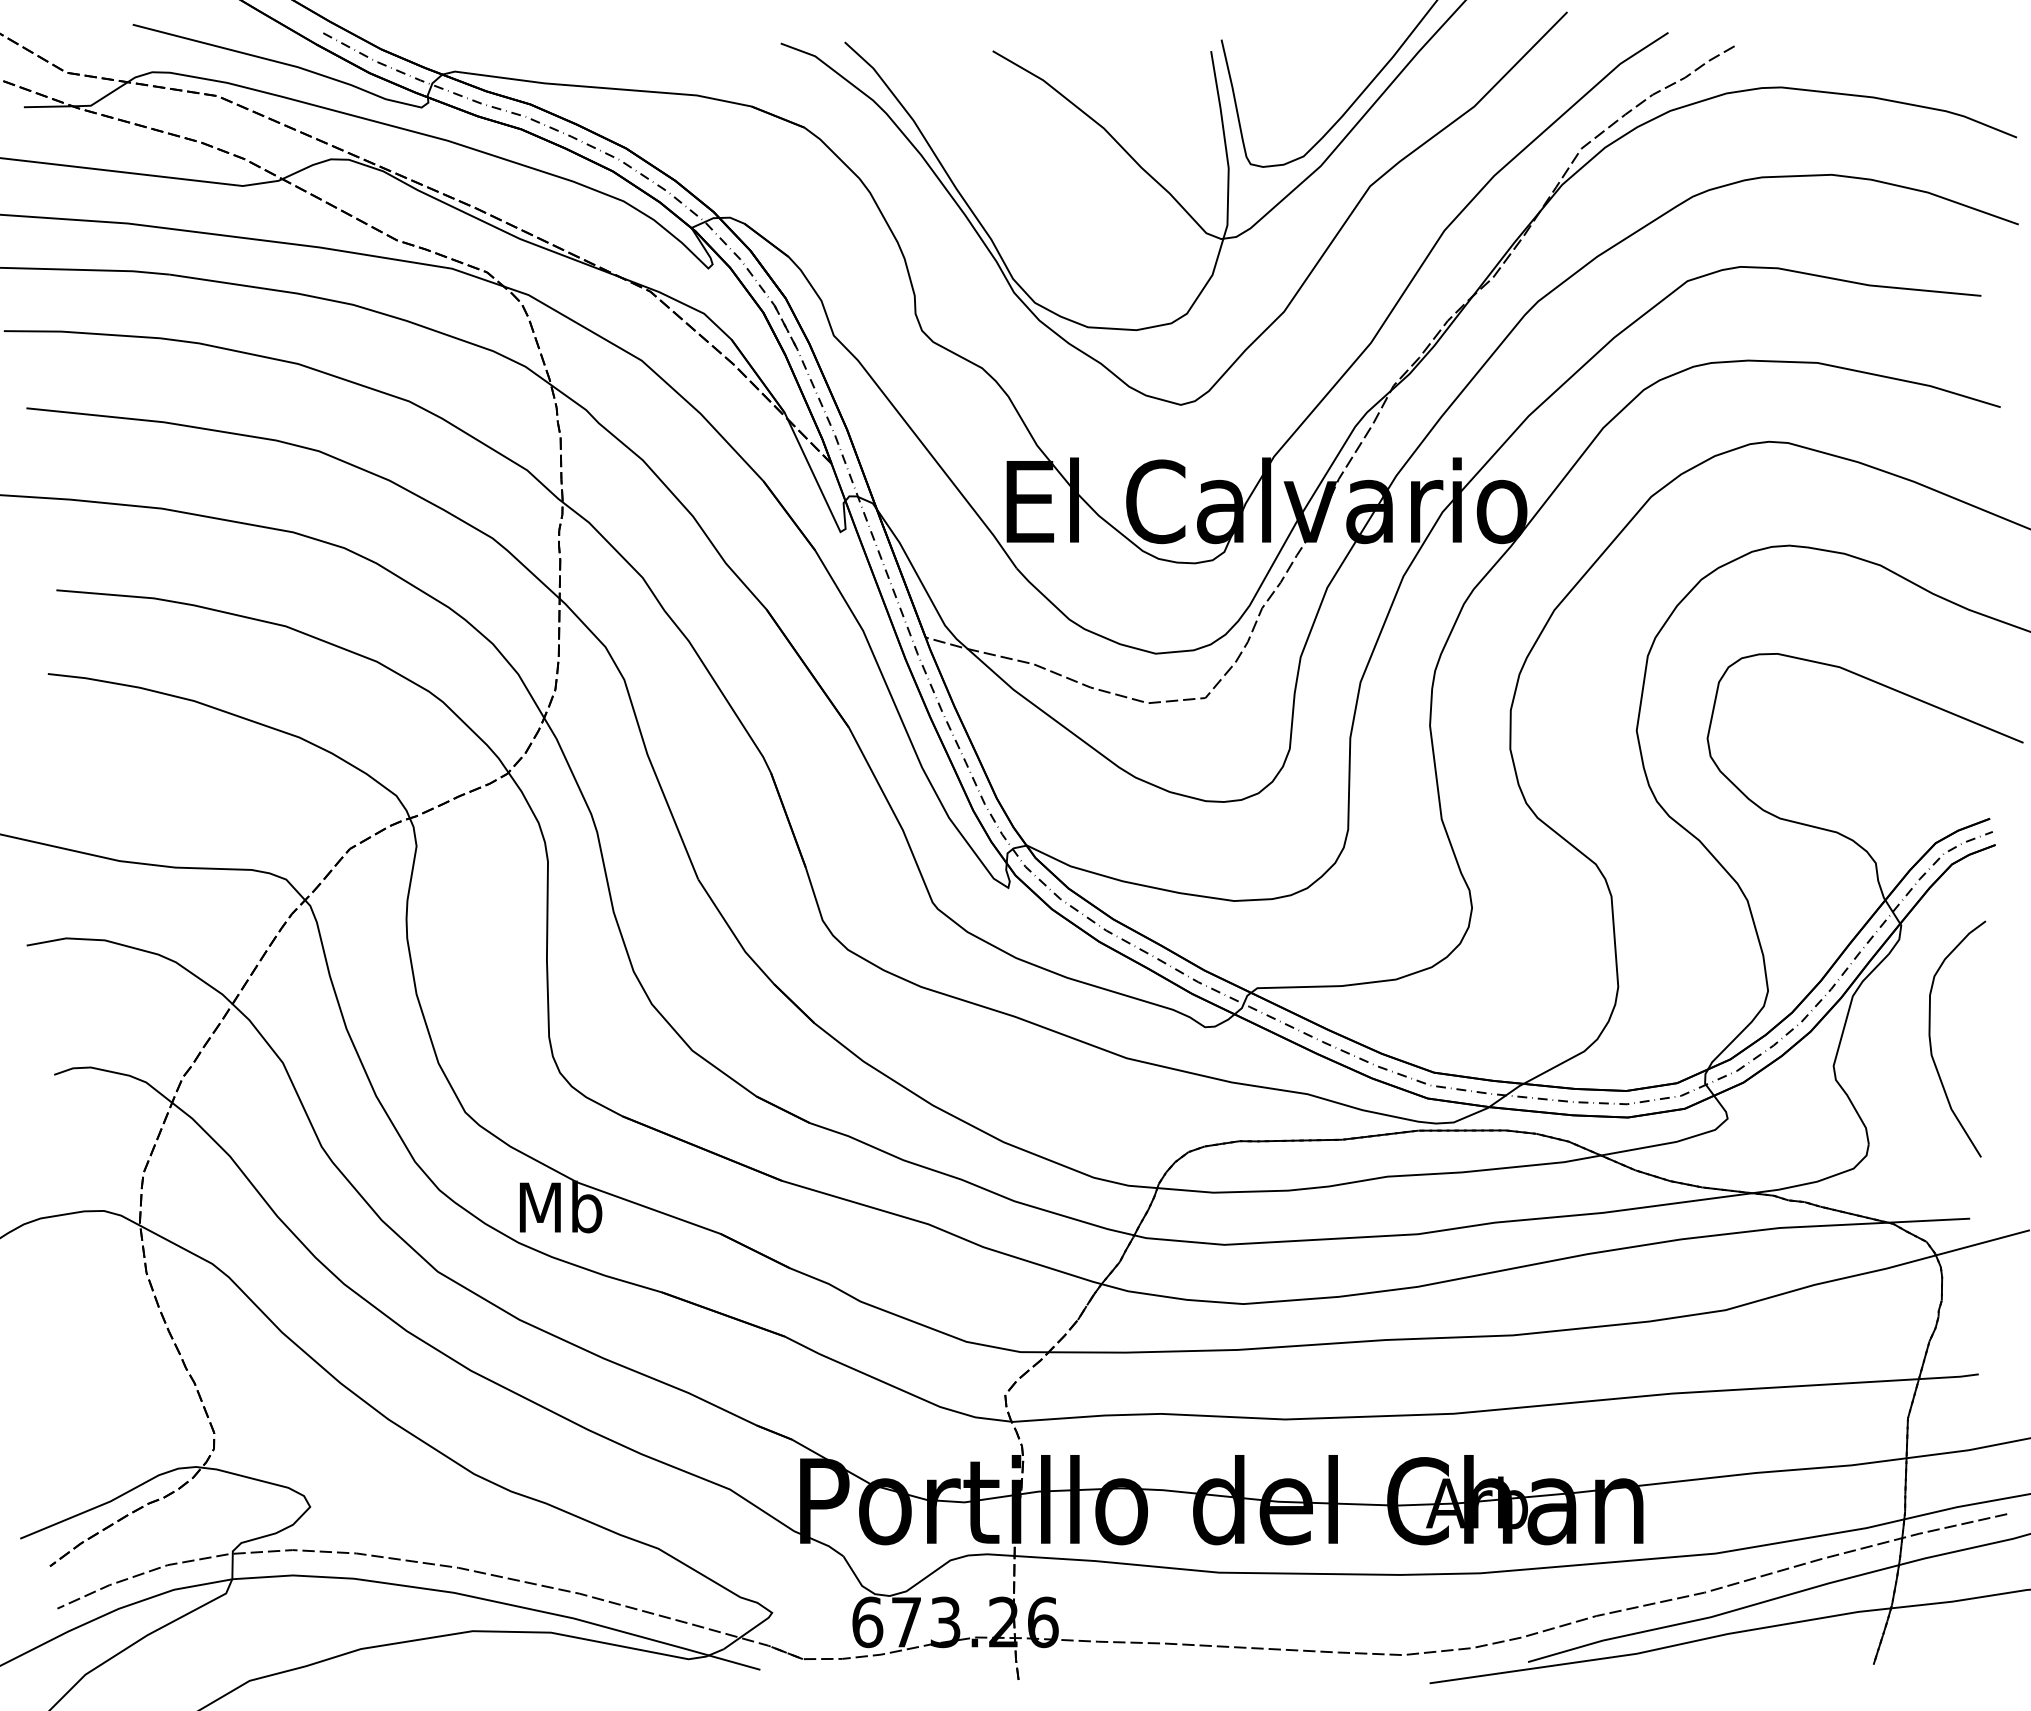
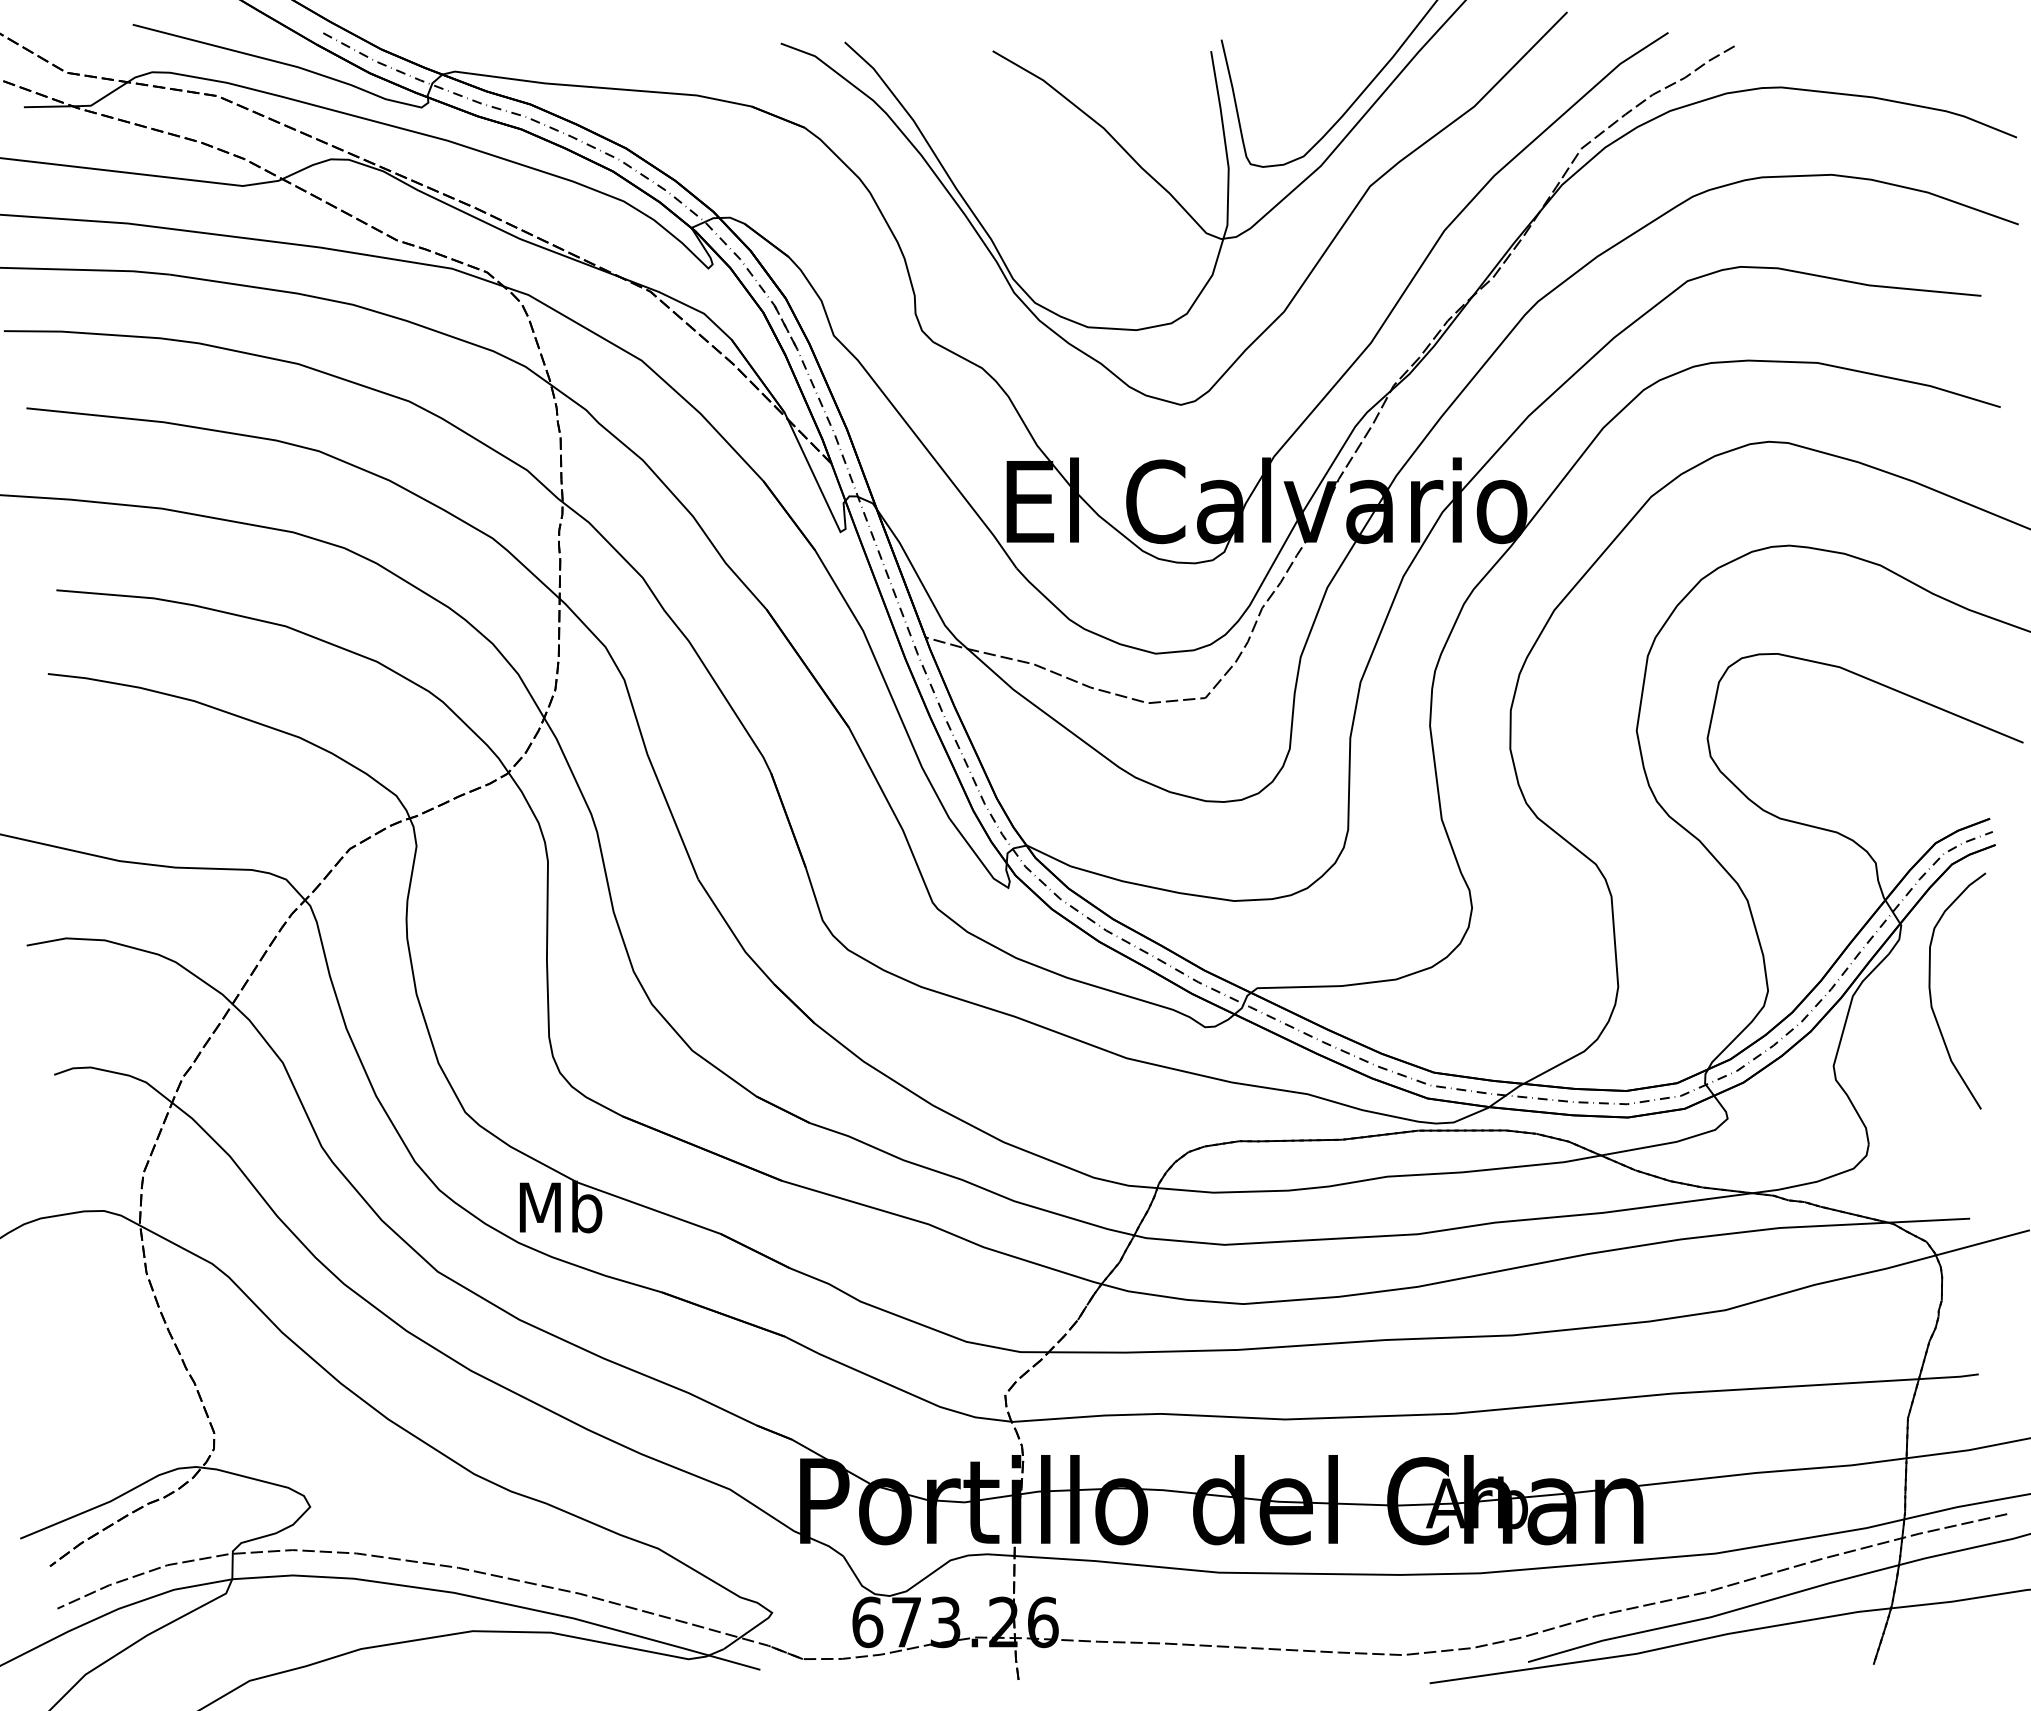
curve at (1931, 1042) position: (1931, 1042) -> (1931, 994)
